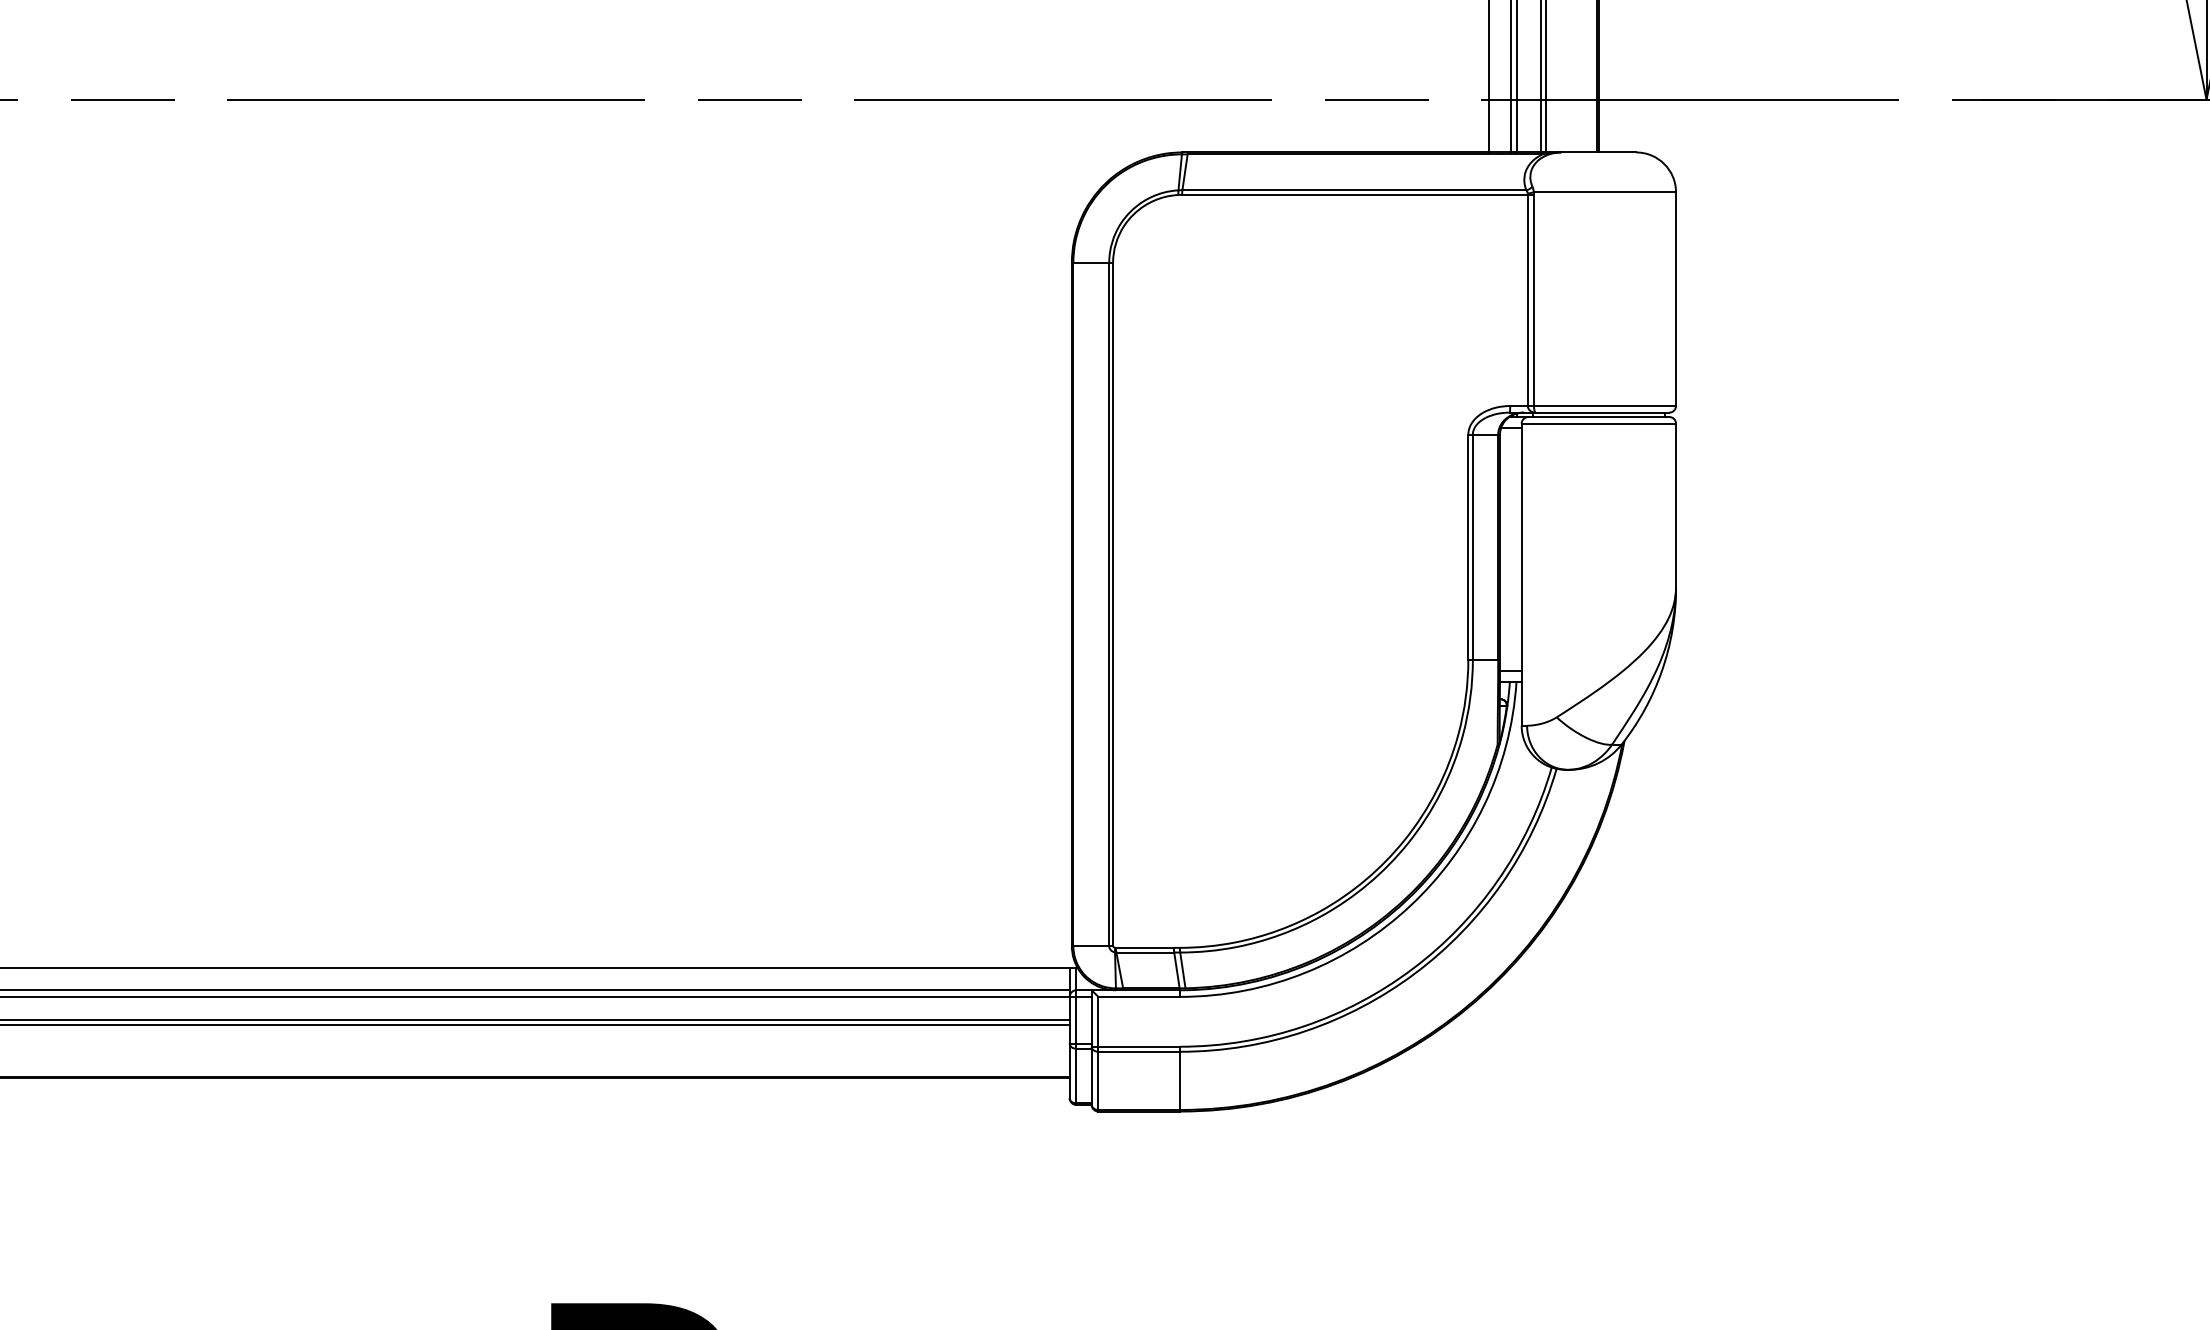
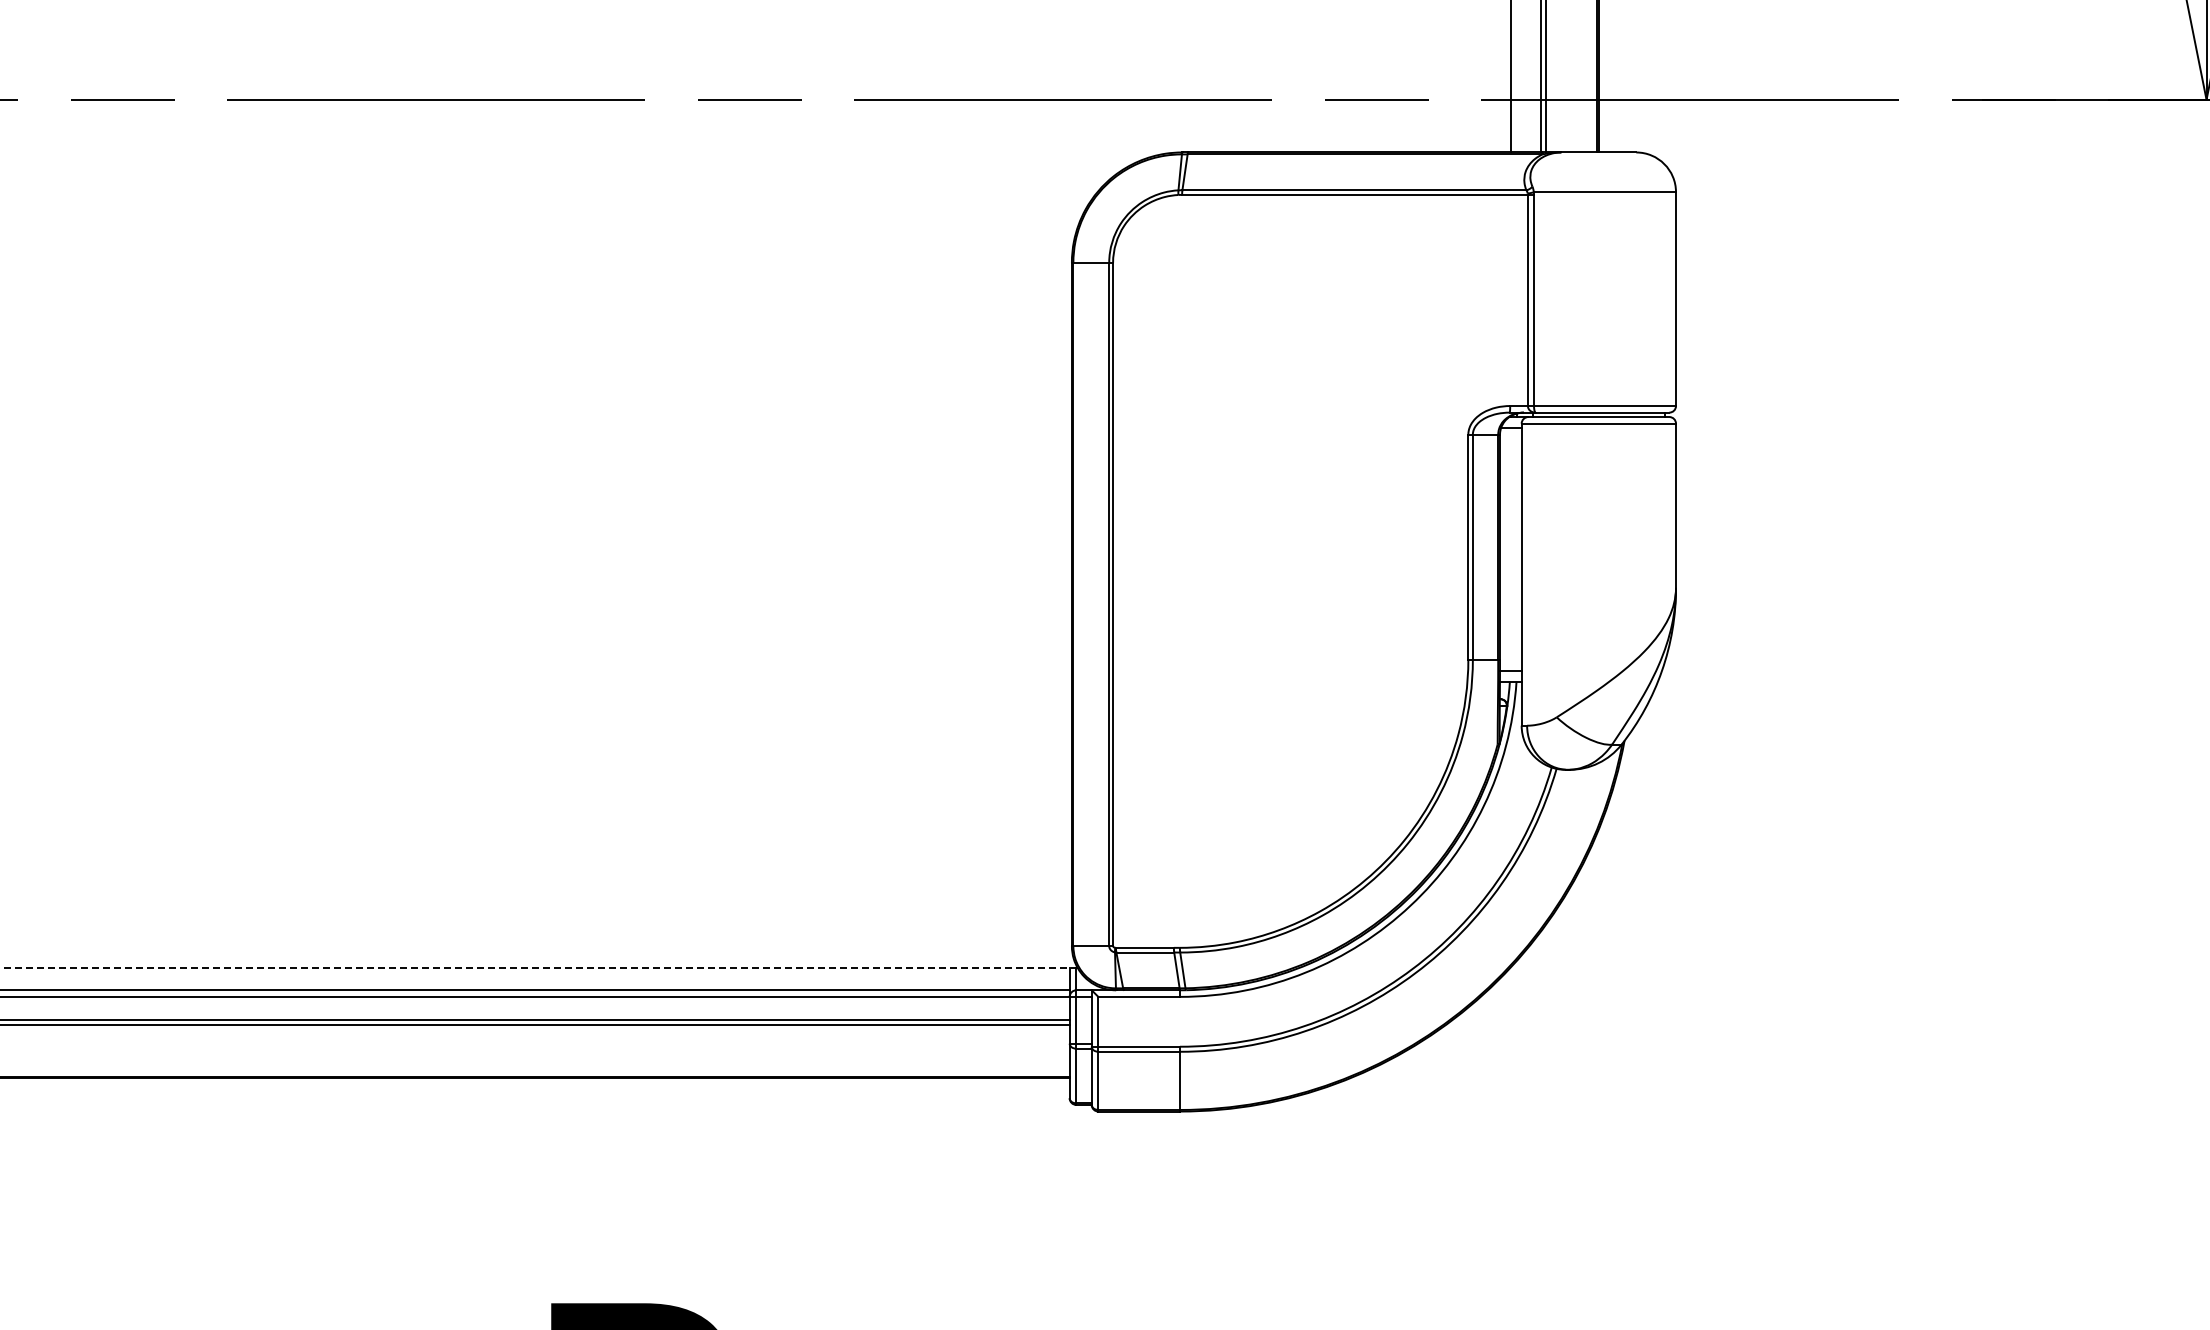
line at (1488, 77): present -> none
line at (1517, 77): present -> none
line at (538, 968): solid -> dashed
